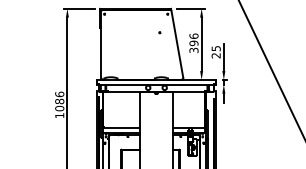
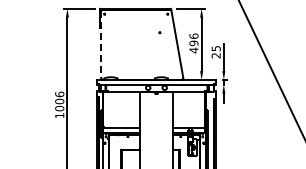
line at (101, 45): solid -> dashed
text at (193, 50): 396 -> 496
text at (59, 101): 1086 -> 1006
